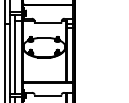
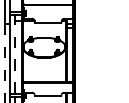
line at (15, 54): solid -> dashed
line at (5, 63): solid -> dashed
